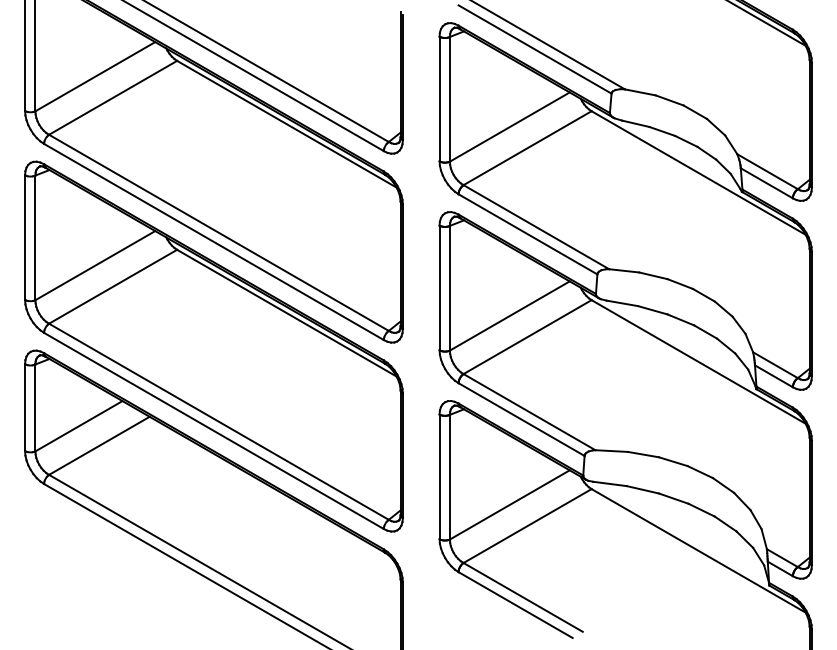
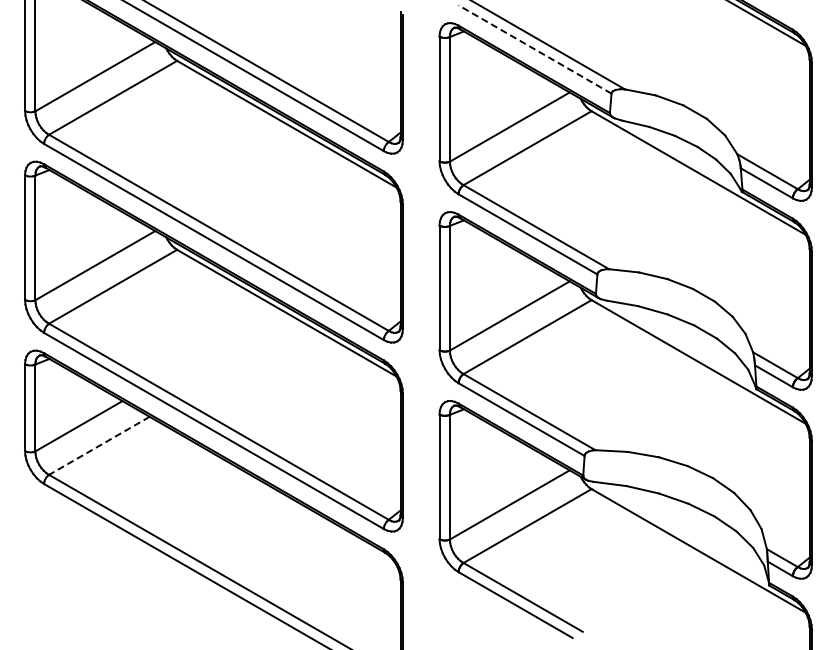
line at (534, 49): solid -> dashed
line at (98, 446): solid -> dashed
